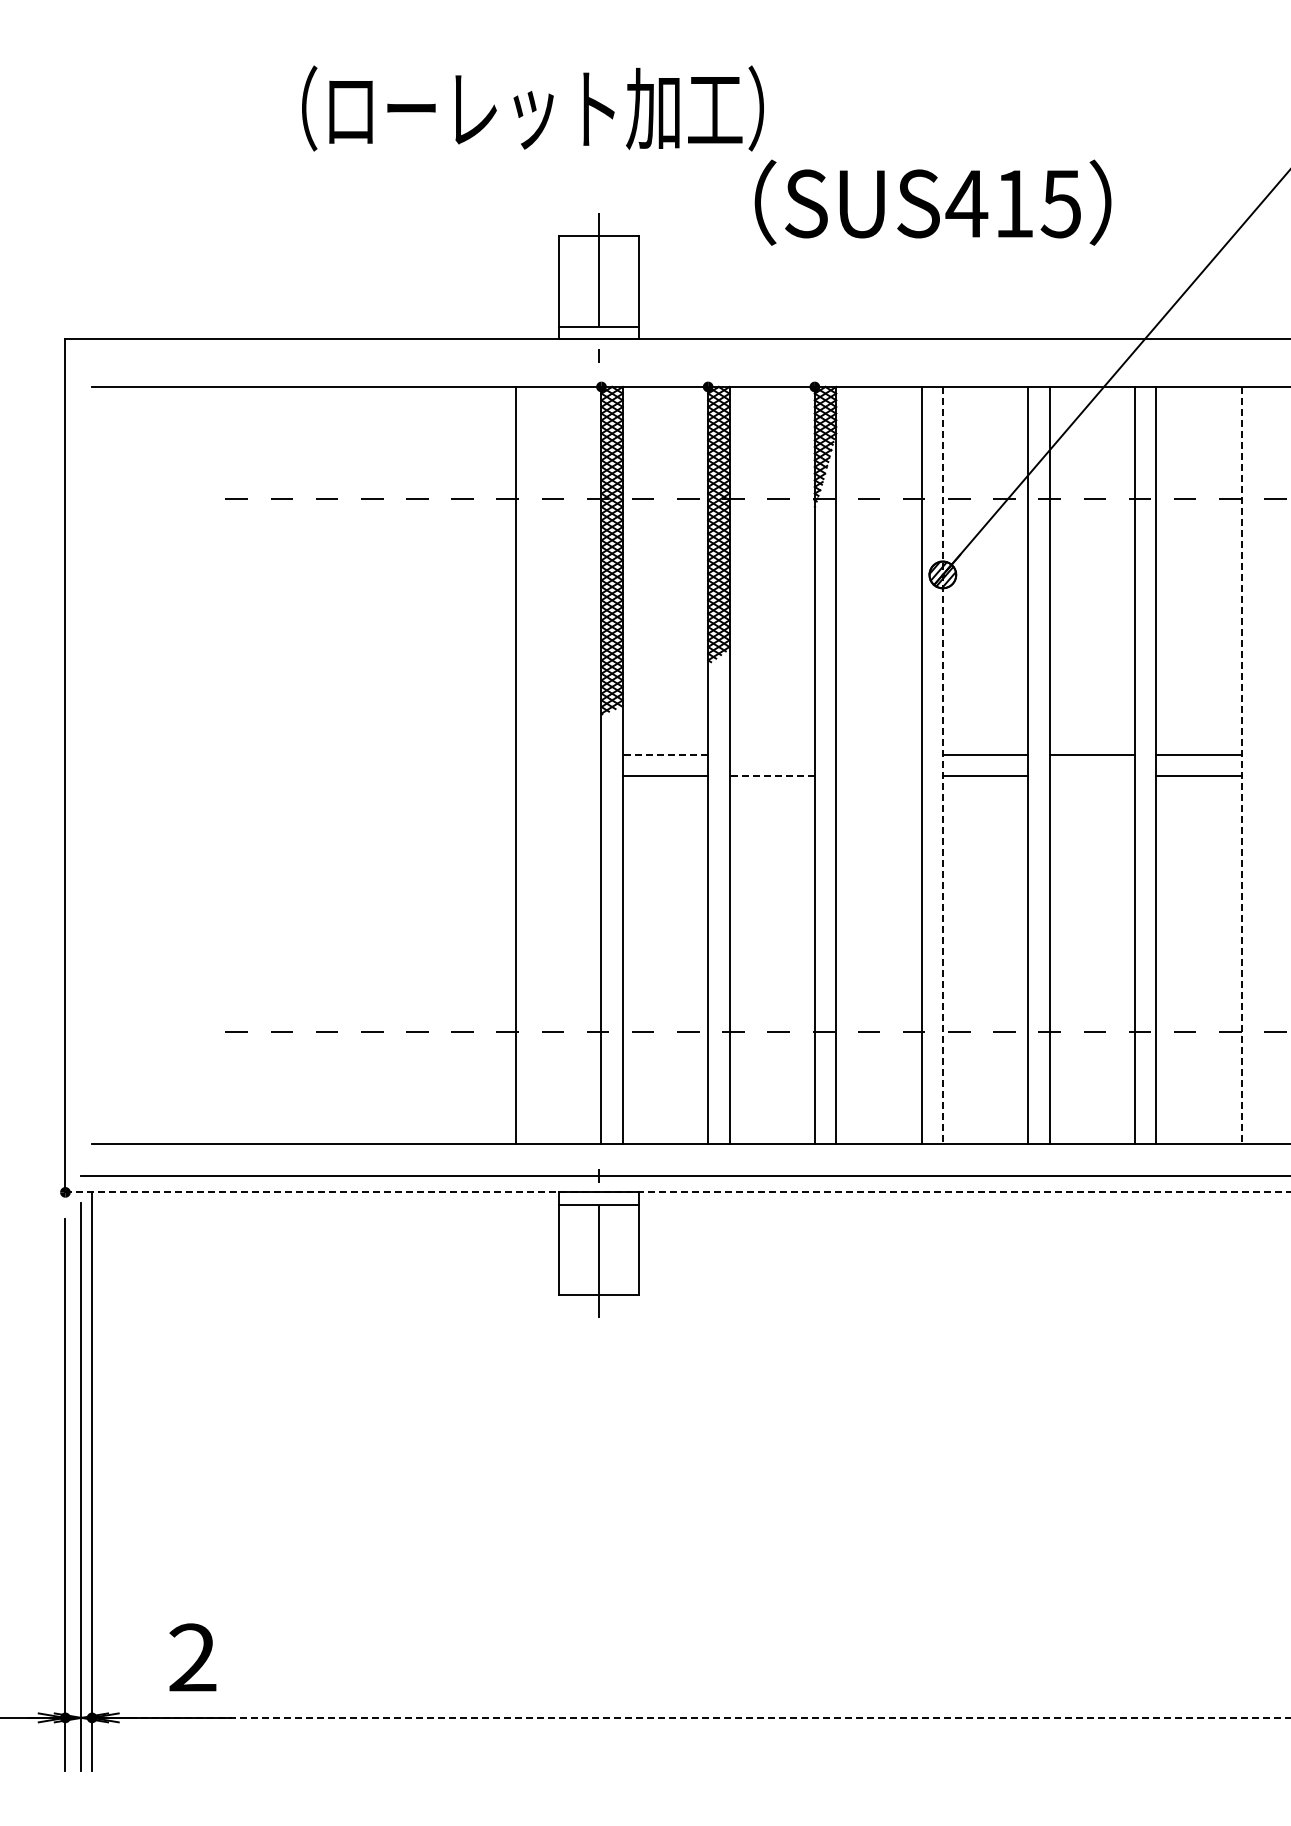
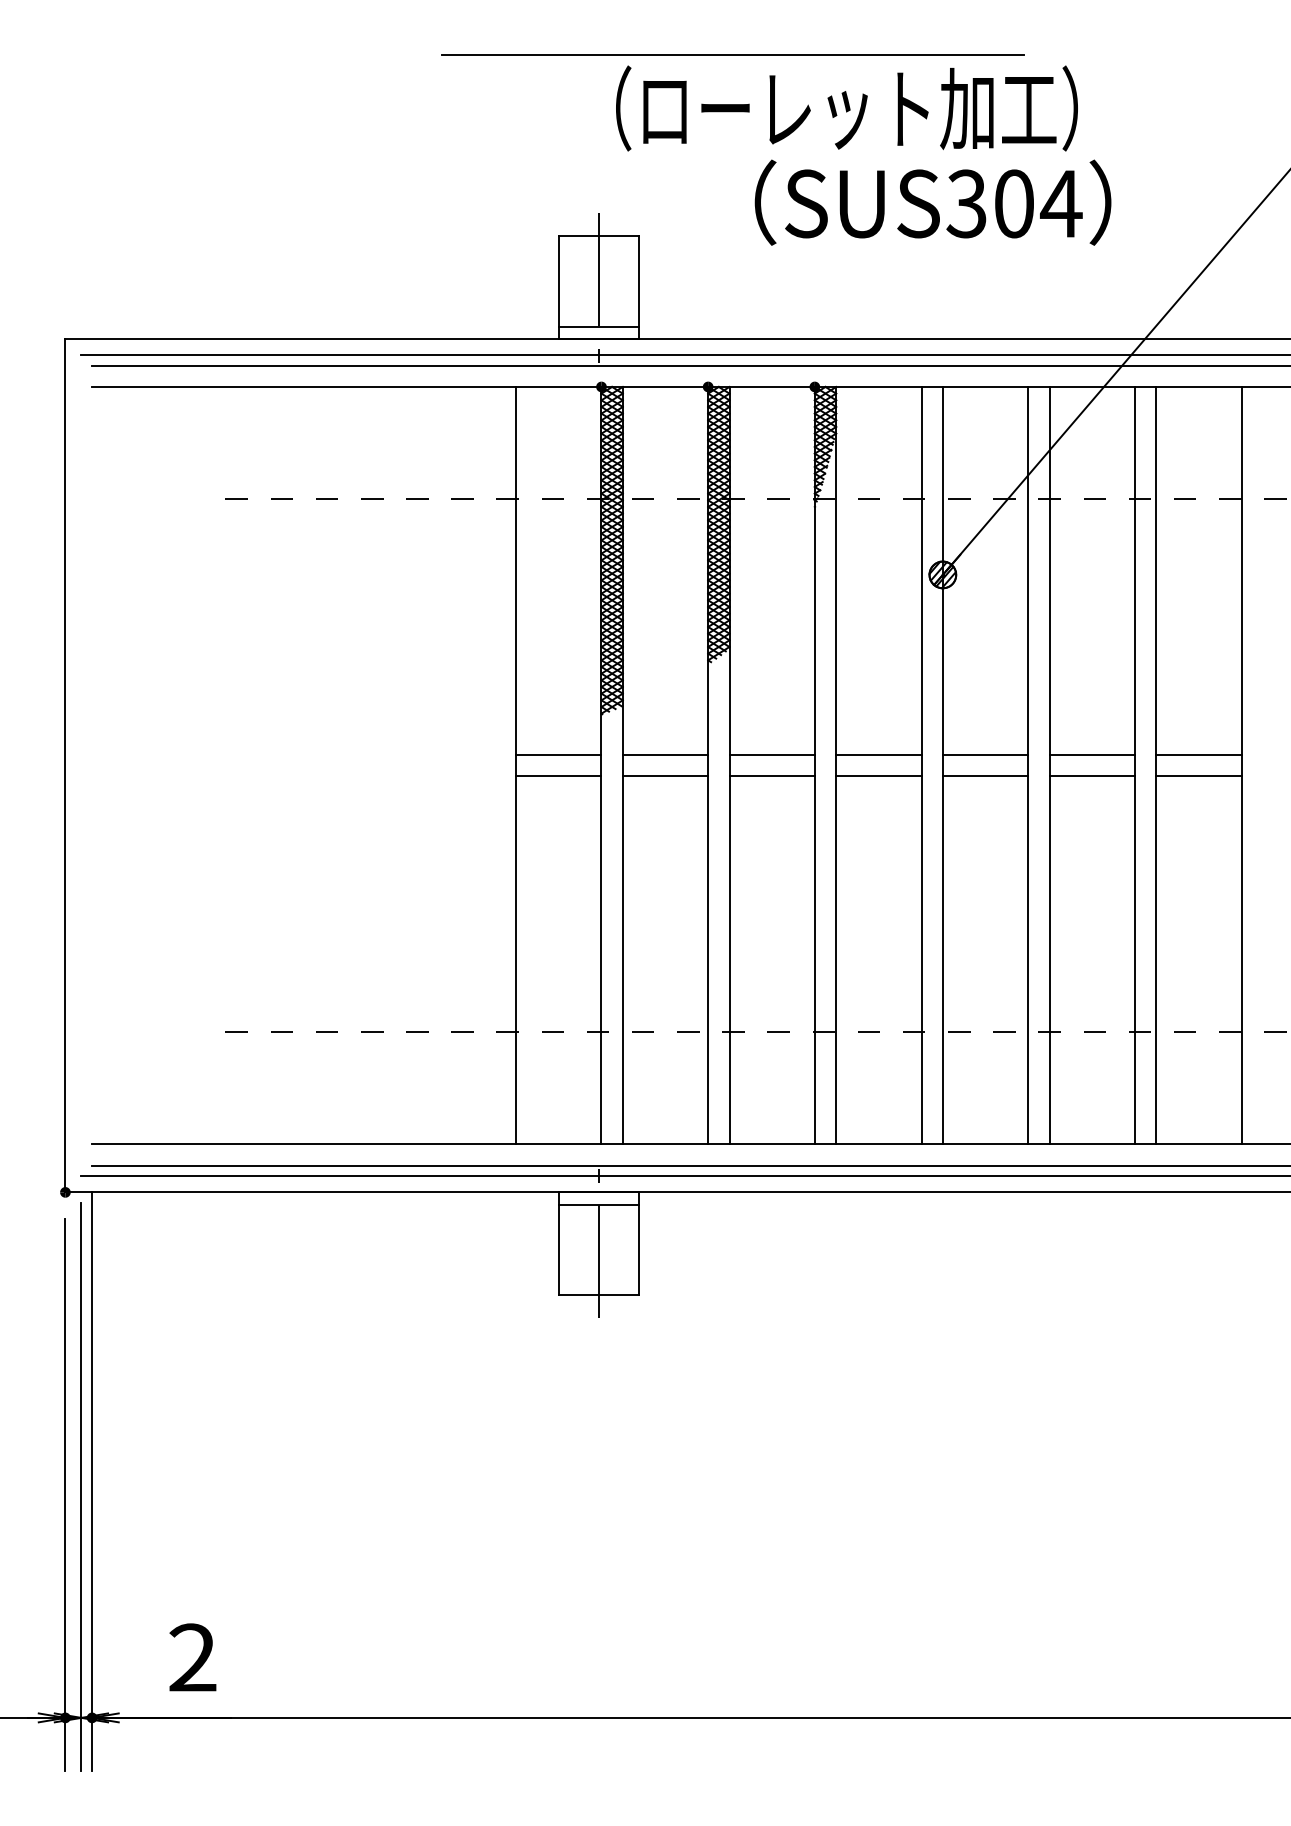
line at (732, 54): none -> present
text at (532, 108) position: (532, 108) -> (846, 108)
text at (1013, 203): SUS415 -> SUS304
line at (684, 354): none -> present
line at (689, 365): none -> present
line at (558, 755): none -> present
line at (665, 755): dashed -> solid
line at (771, 755): none -> present
line at (878, 755): none -> present
line at (942, 765): dashed -> solid
line at (1241, 765): dashed -> solid
line at (558, 776): none -> present
line at (772, 776): dashed -> solid
line at (878, 776): none -> present
line at (1091, 776): none -> present
line at (689, 1165): none -> present
line at (678, 1192): dashed -> solid
line at (704, 1717): dashed -> solid
